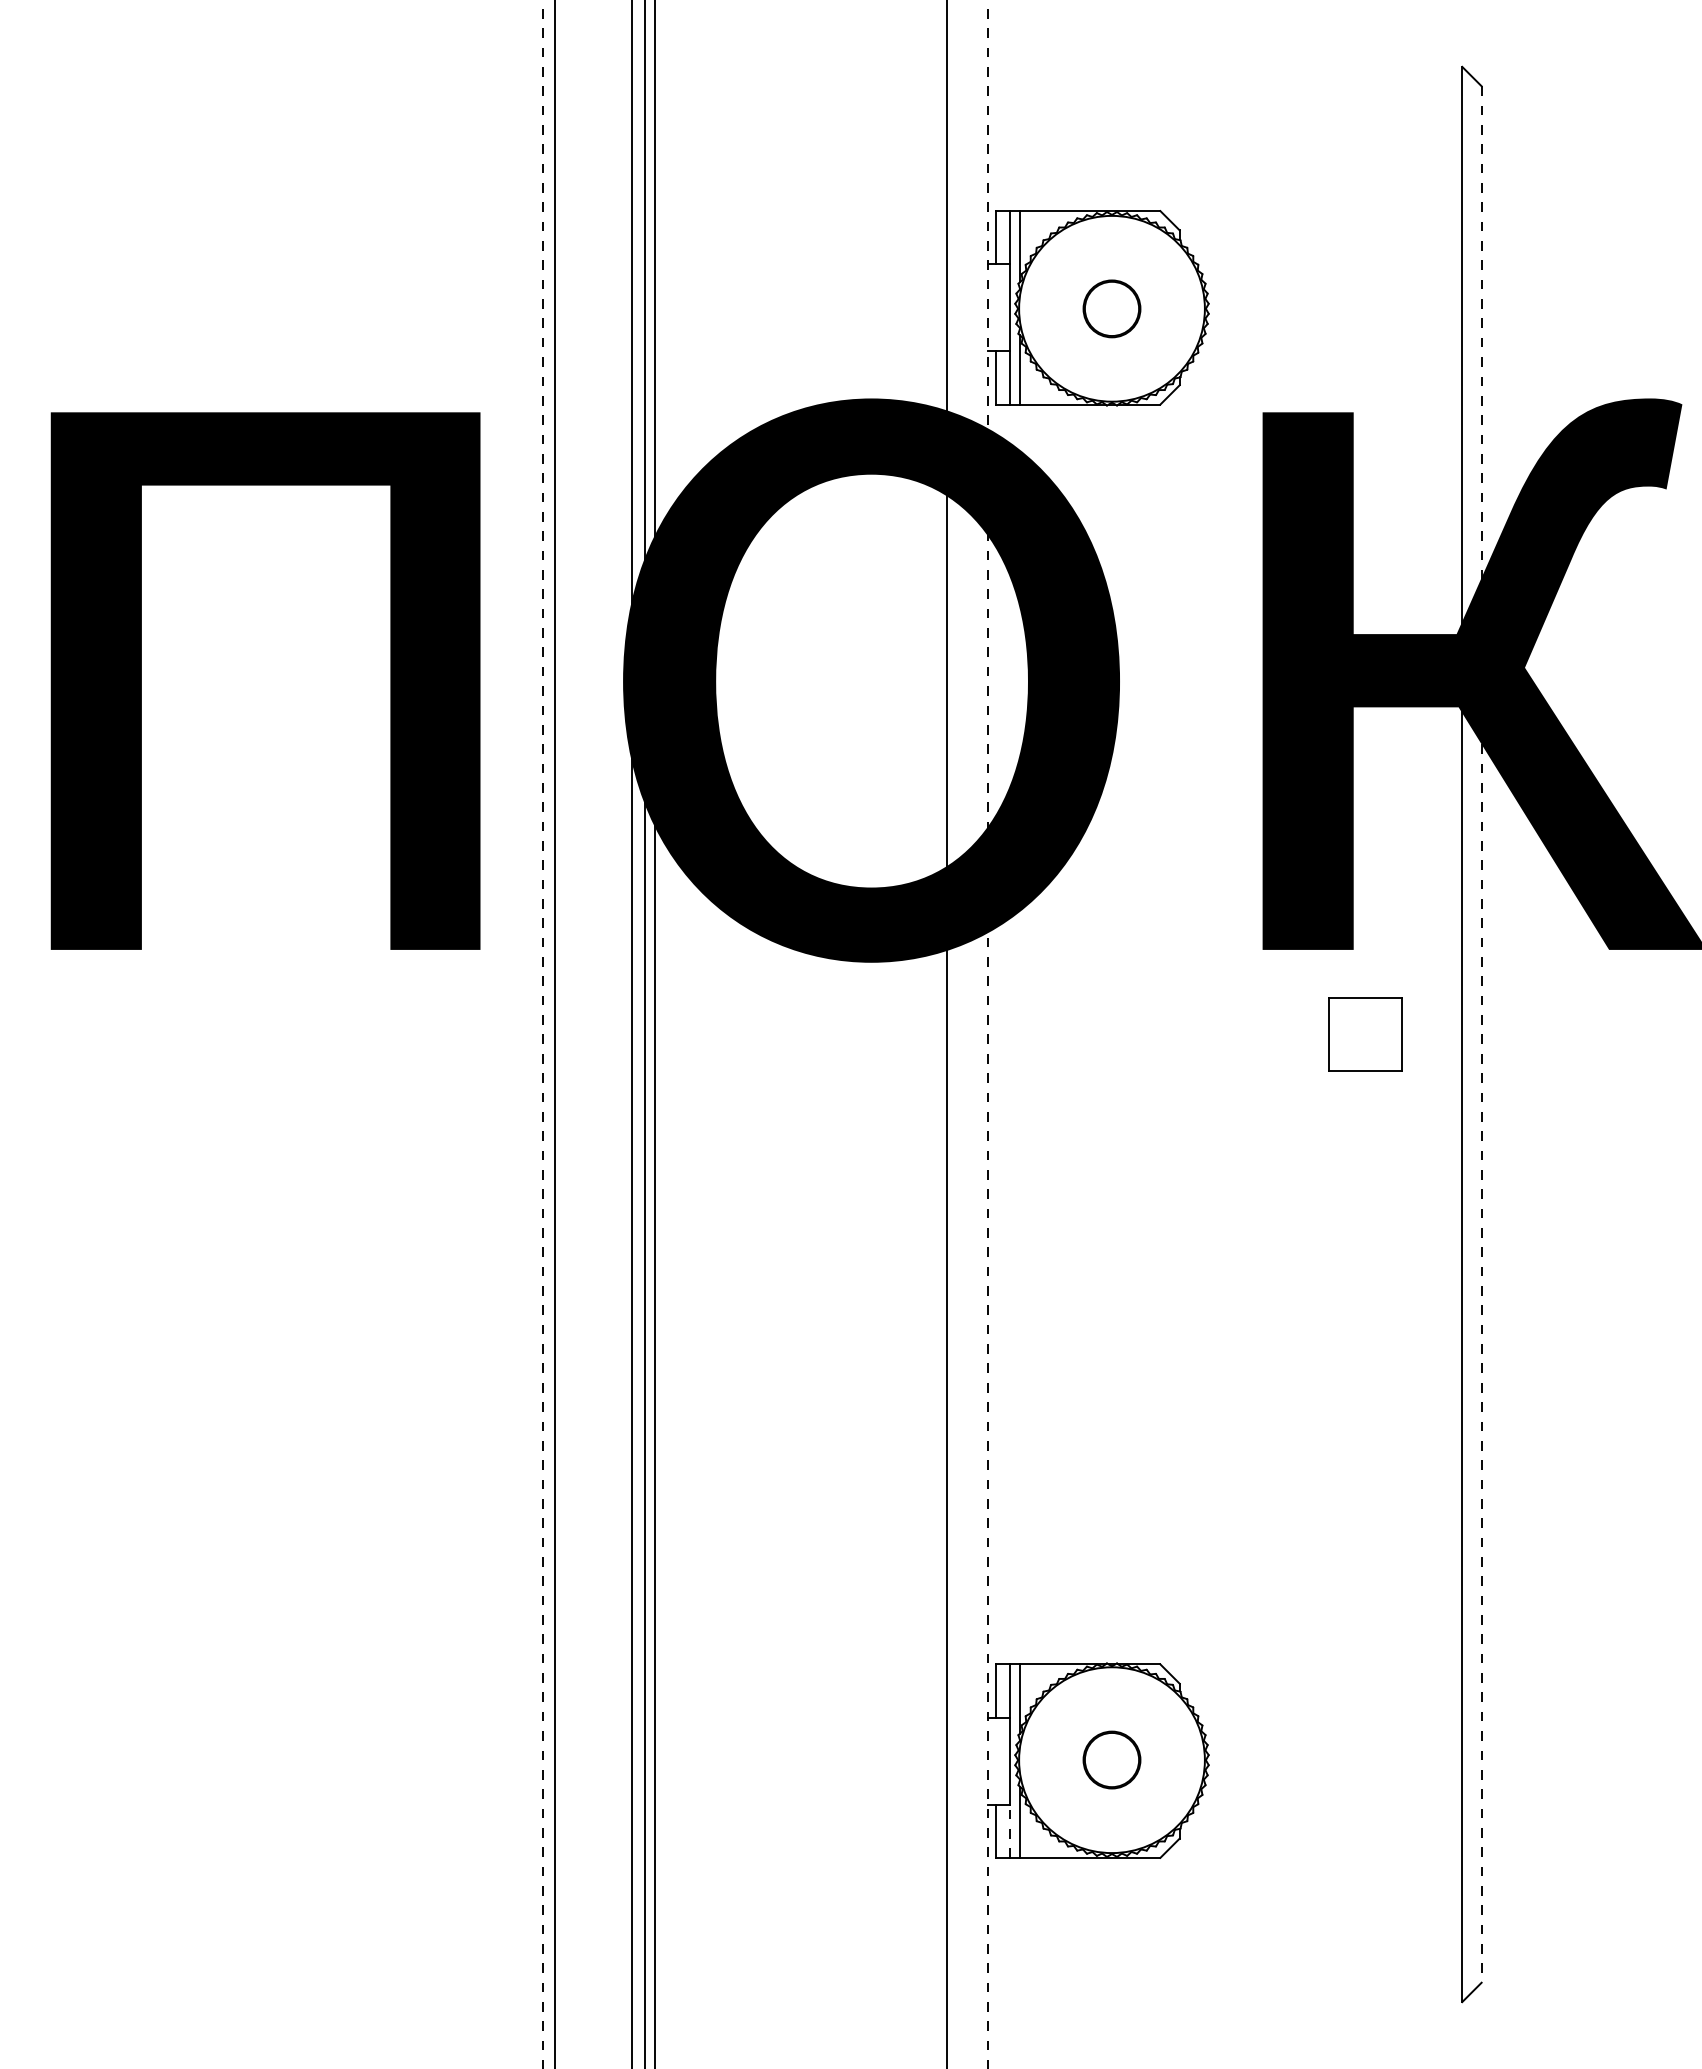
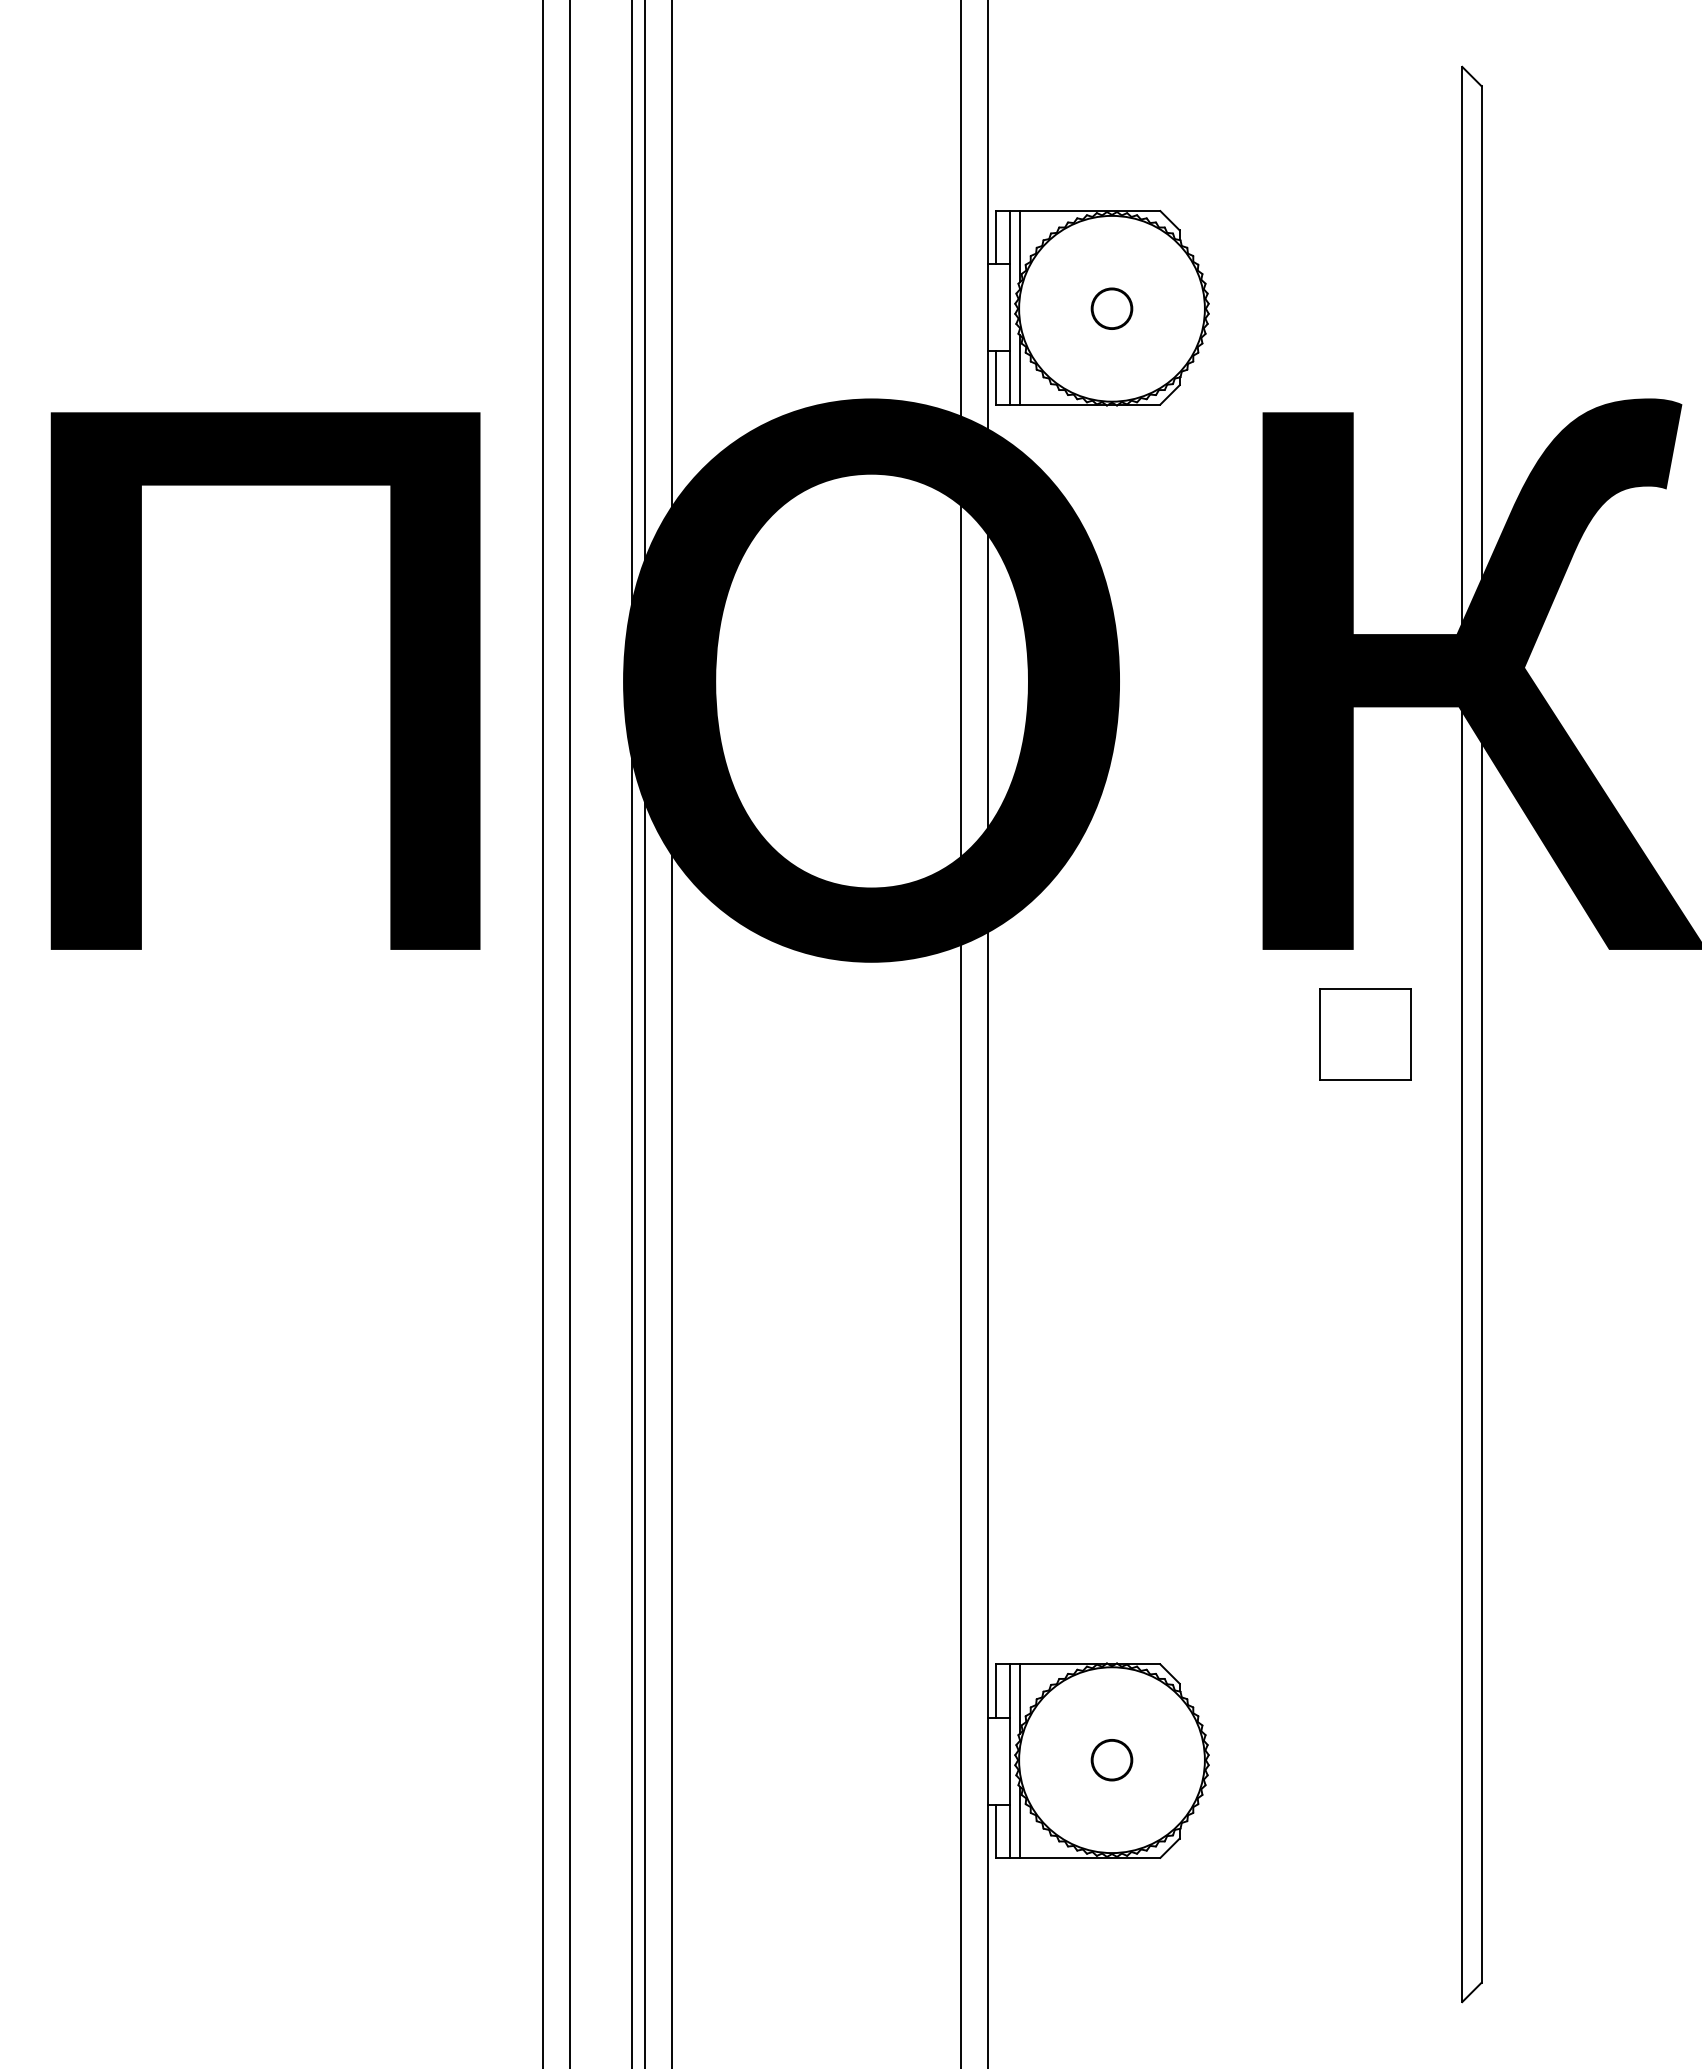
part at (1111, 308) size: 60x60 px -> 44x43 px
line at (555, 1033) position: (555, 1033) -> (570, 1033)
line at (654, 1033) position: (654, 1033) -> (671, 1033)
line at (947, 1033) position: (947, 1033) -> (961, 1033)
line at (543, 1034): dashed -> solid
line at (988, 1034): dashed -> solid
part at (1365, 1034) size: 75x75 px -> 93x93 px
line at (1481, 1034): dashed -> solid
part at (1111, 1759) size: 60x60 px -> 44x43 px
line at (1010, 1831): dashed -> solid
